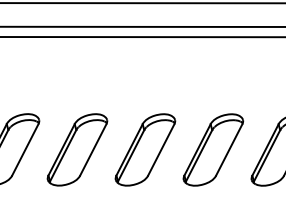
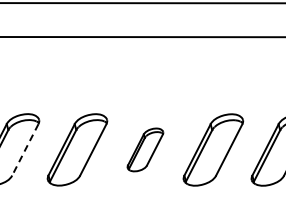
line at (142, 26): present -> none
line at (25, 149): solid -> dashed
part at (145, 149) size: 63x74 px -> 39x46 px
